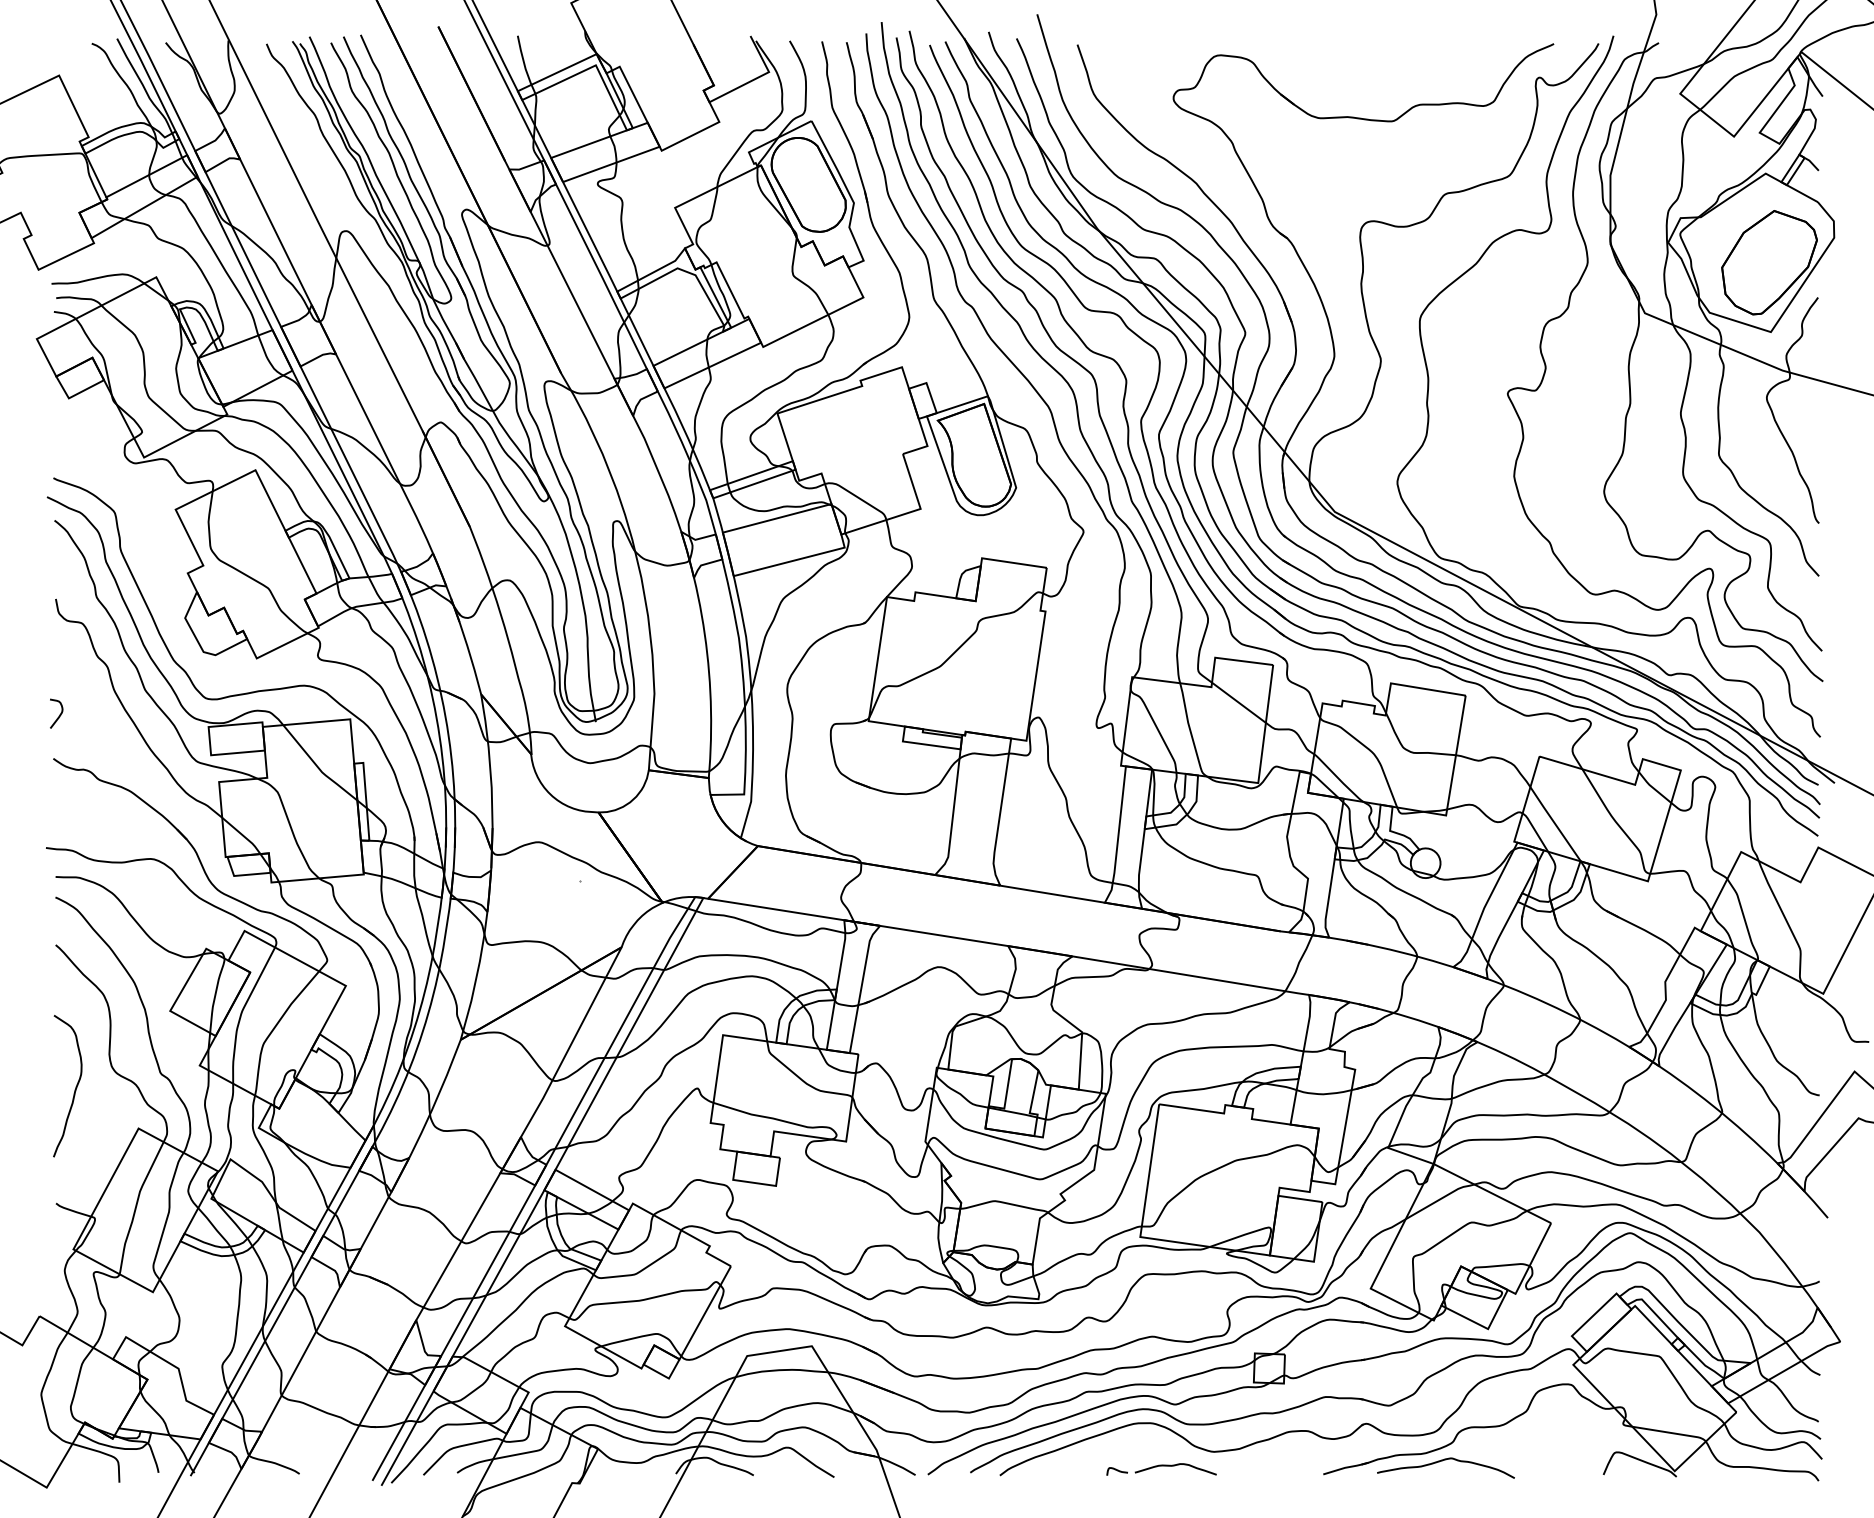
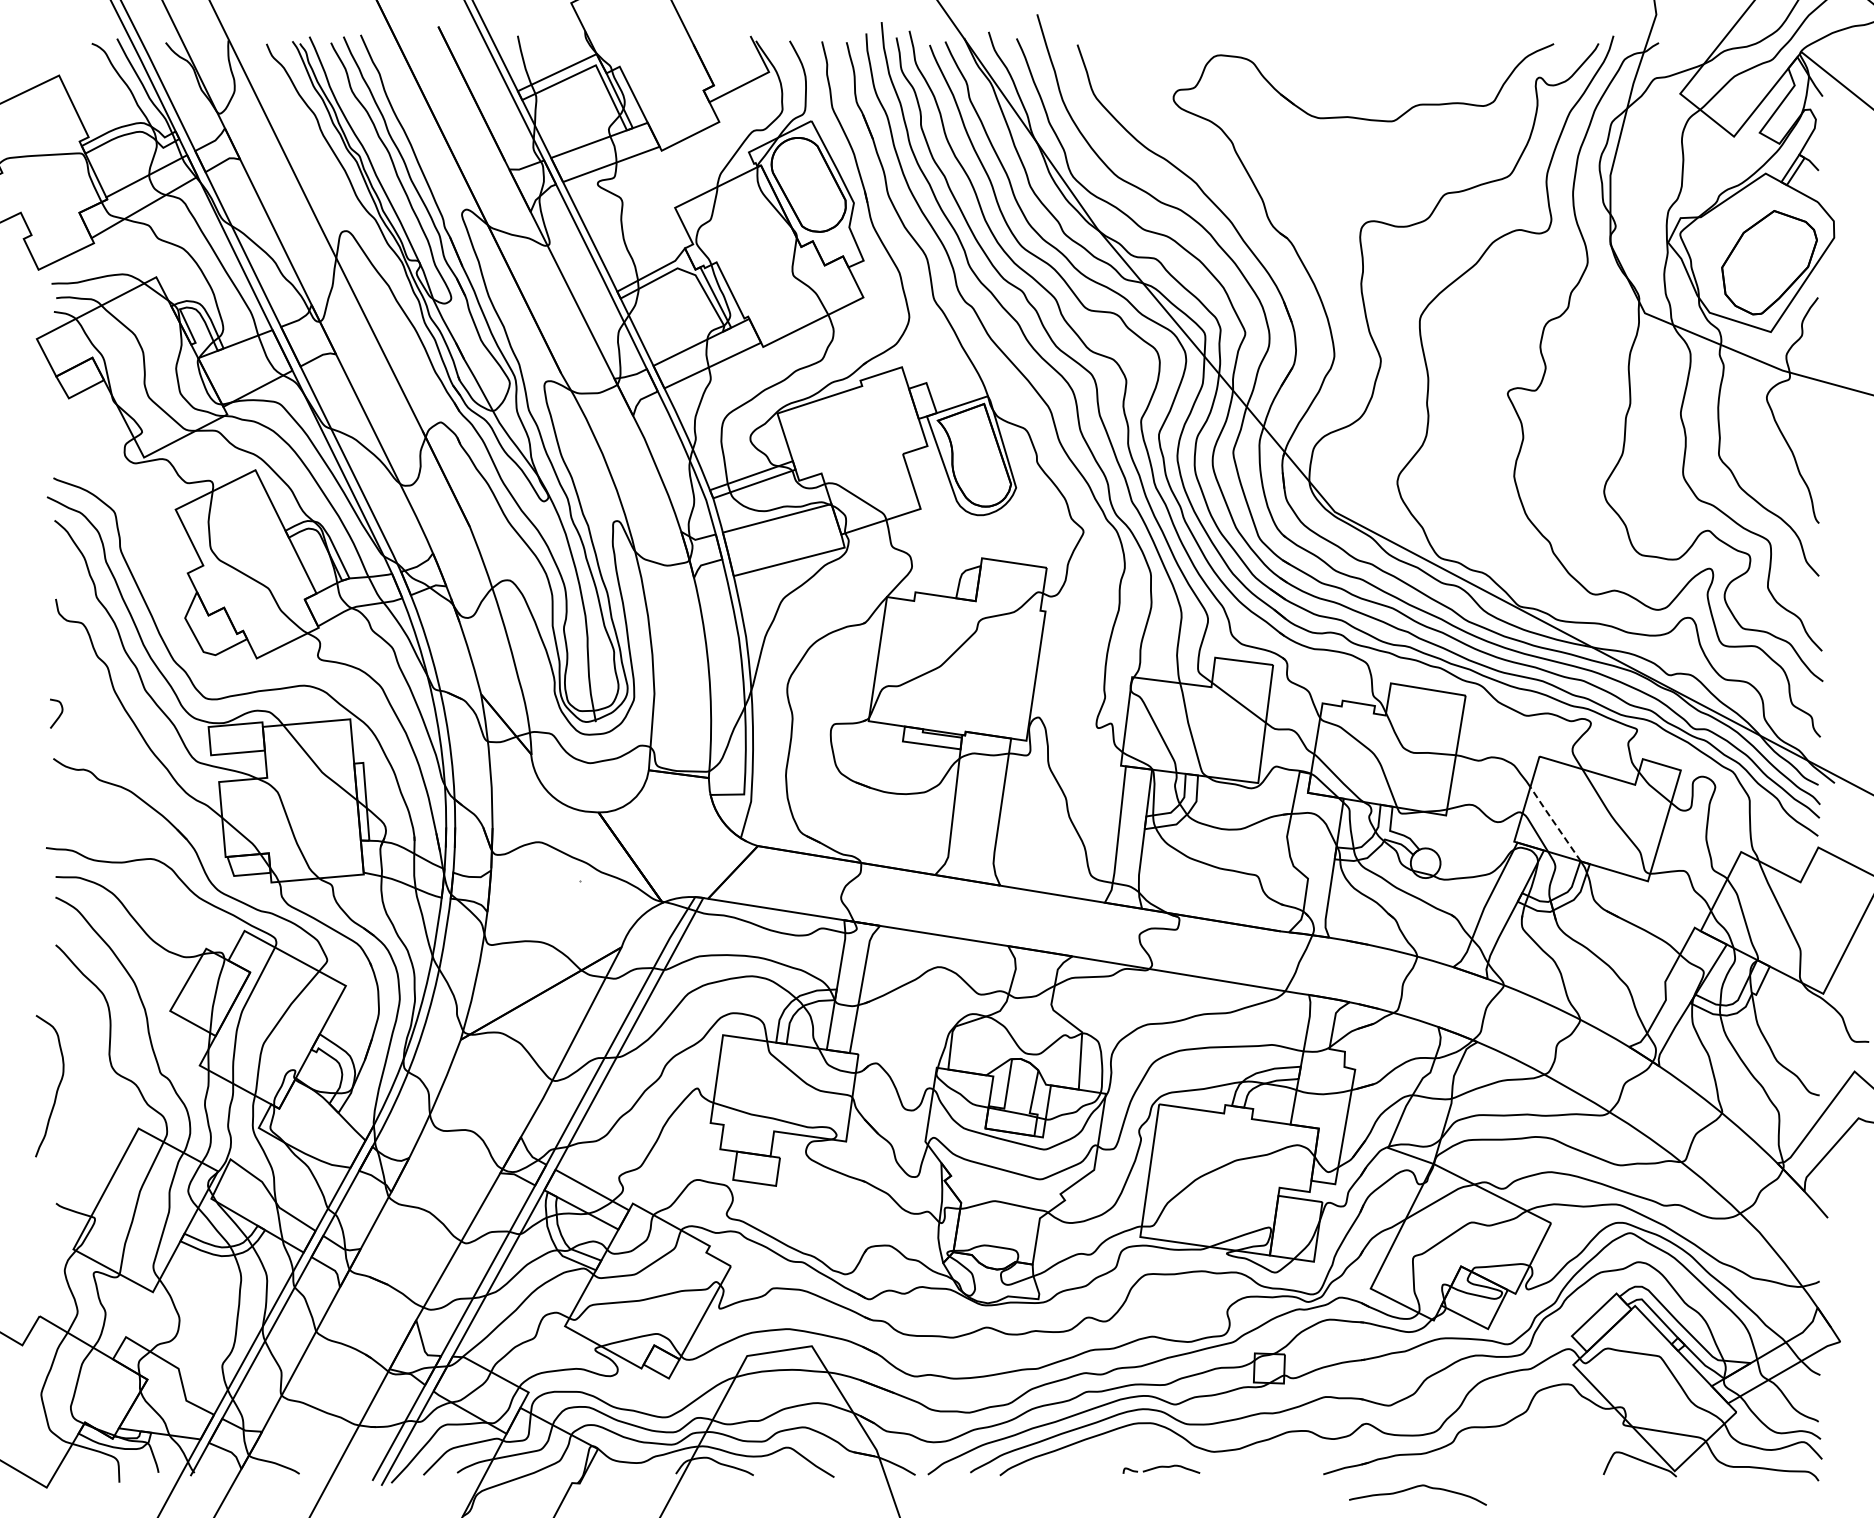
line at (1555, 823): solid -> dashed
curve at (74, 1089) position: (74, 1089) -> (56, 1089)
curve at (1442, 1461) position: (1442, 1461) -> (1414, 1488)
part at (1161, 1469) size: 111x13 px -> 79x10 px
